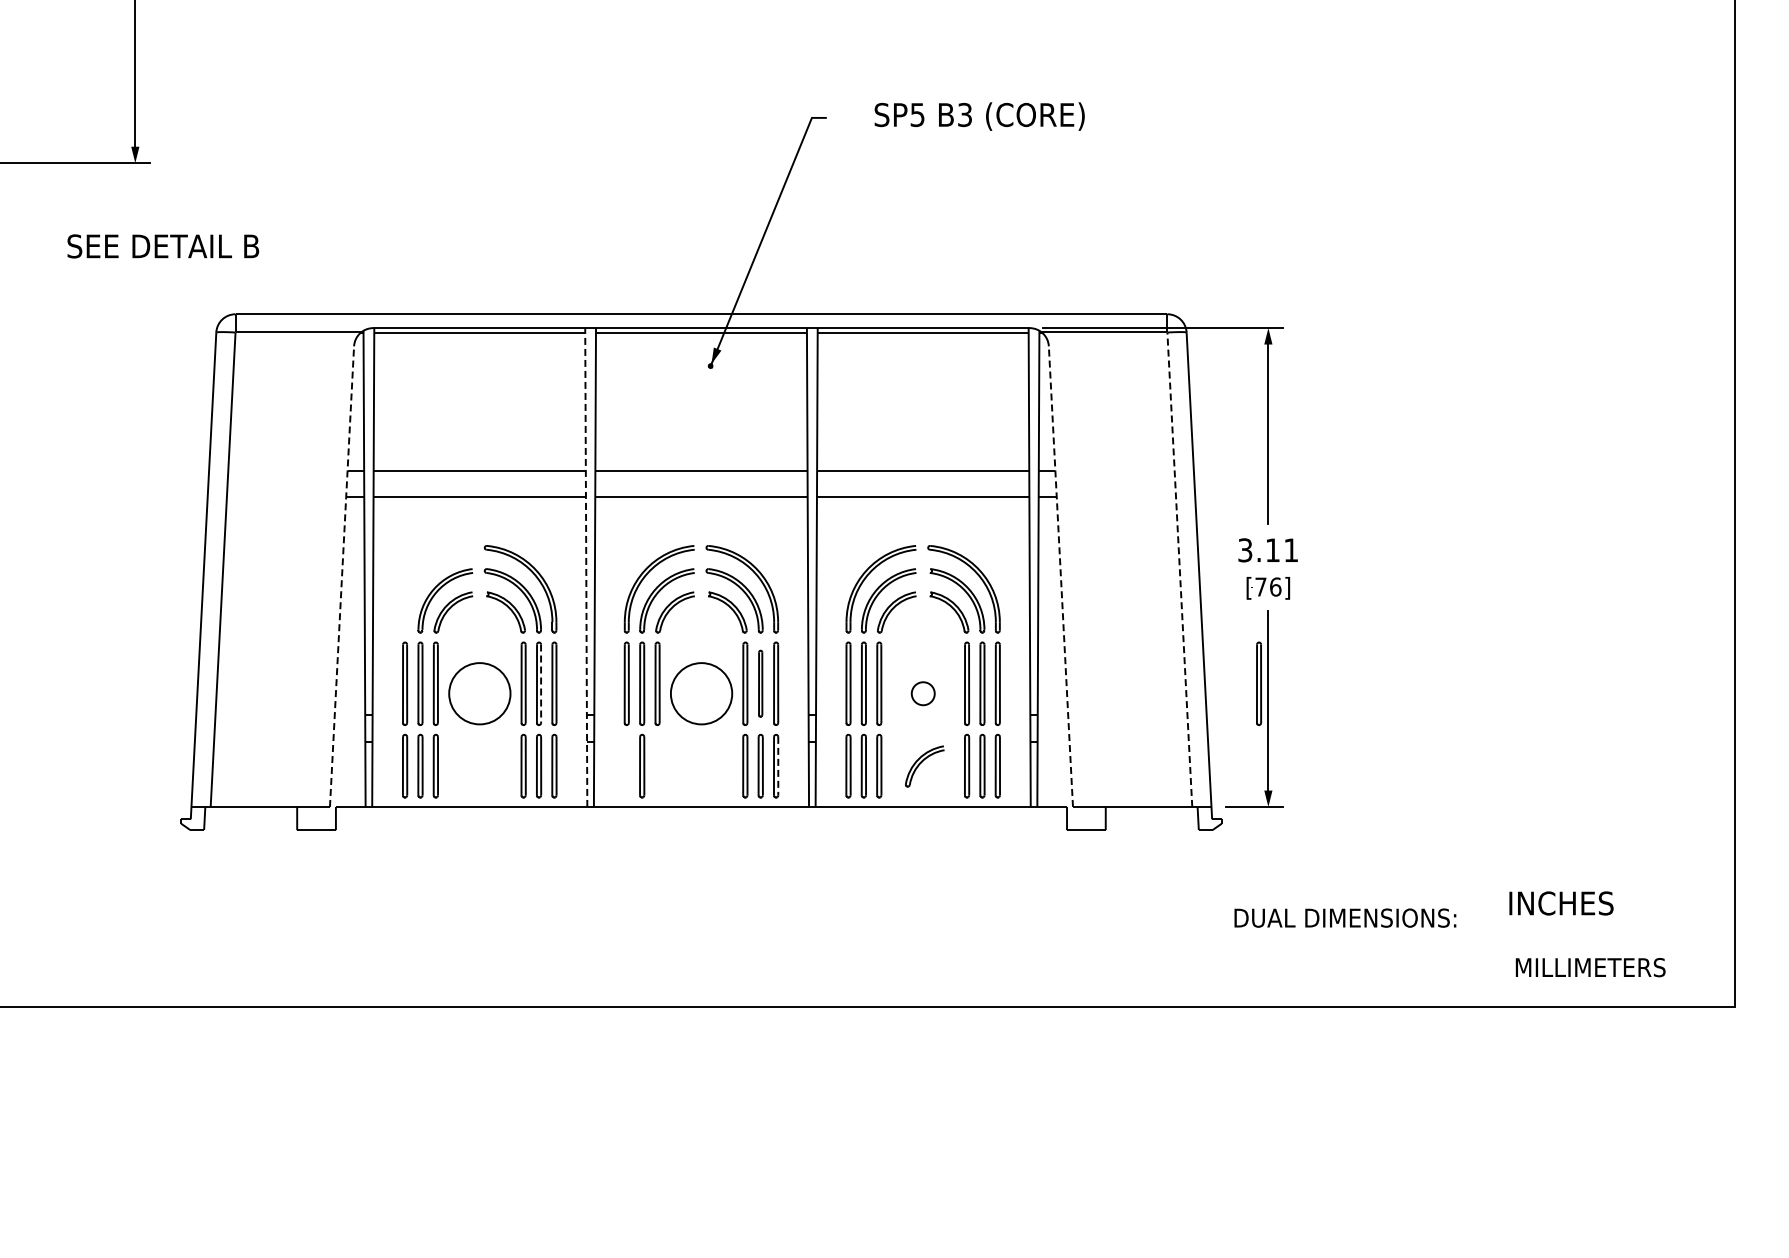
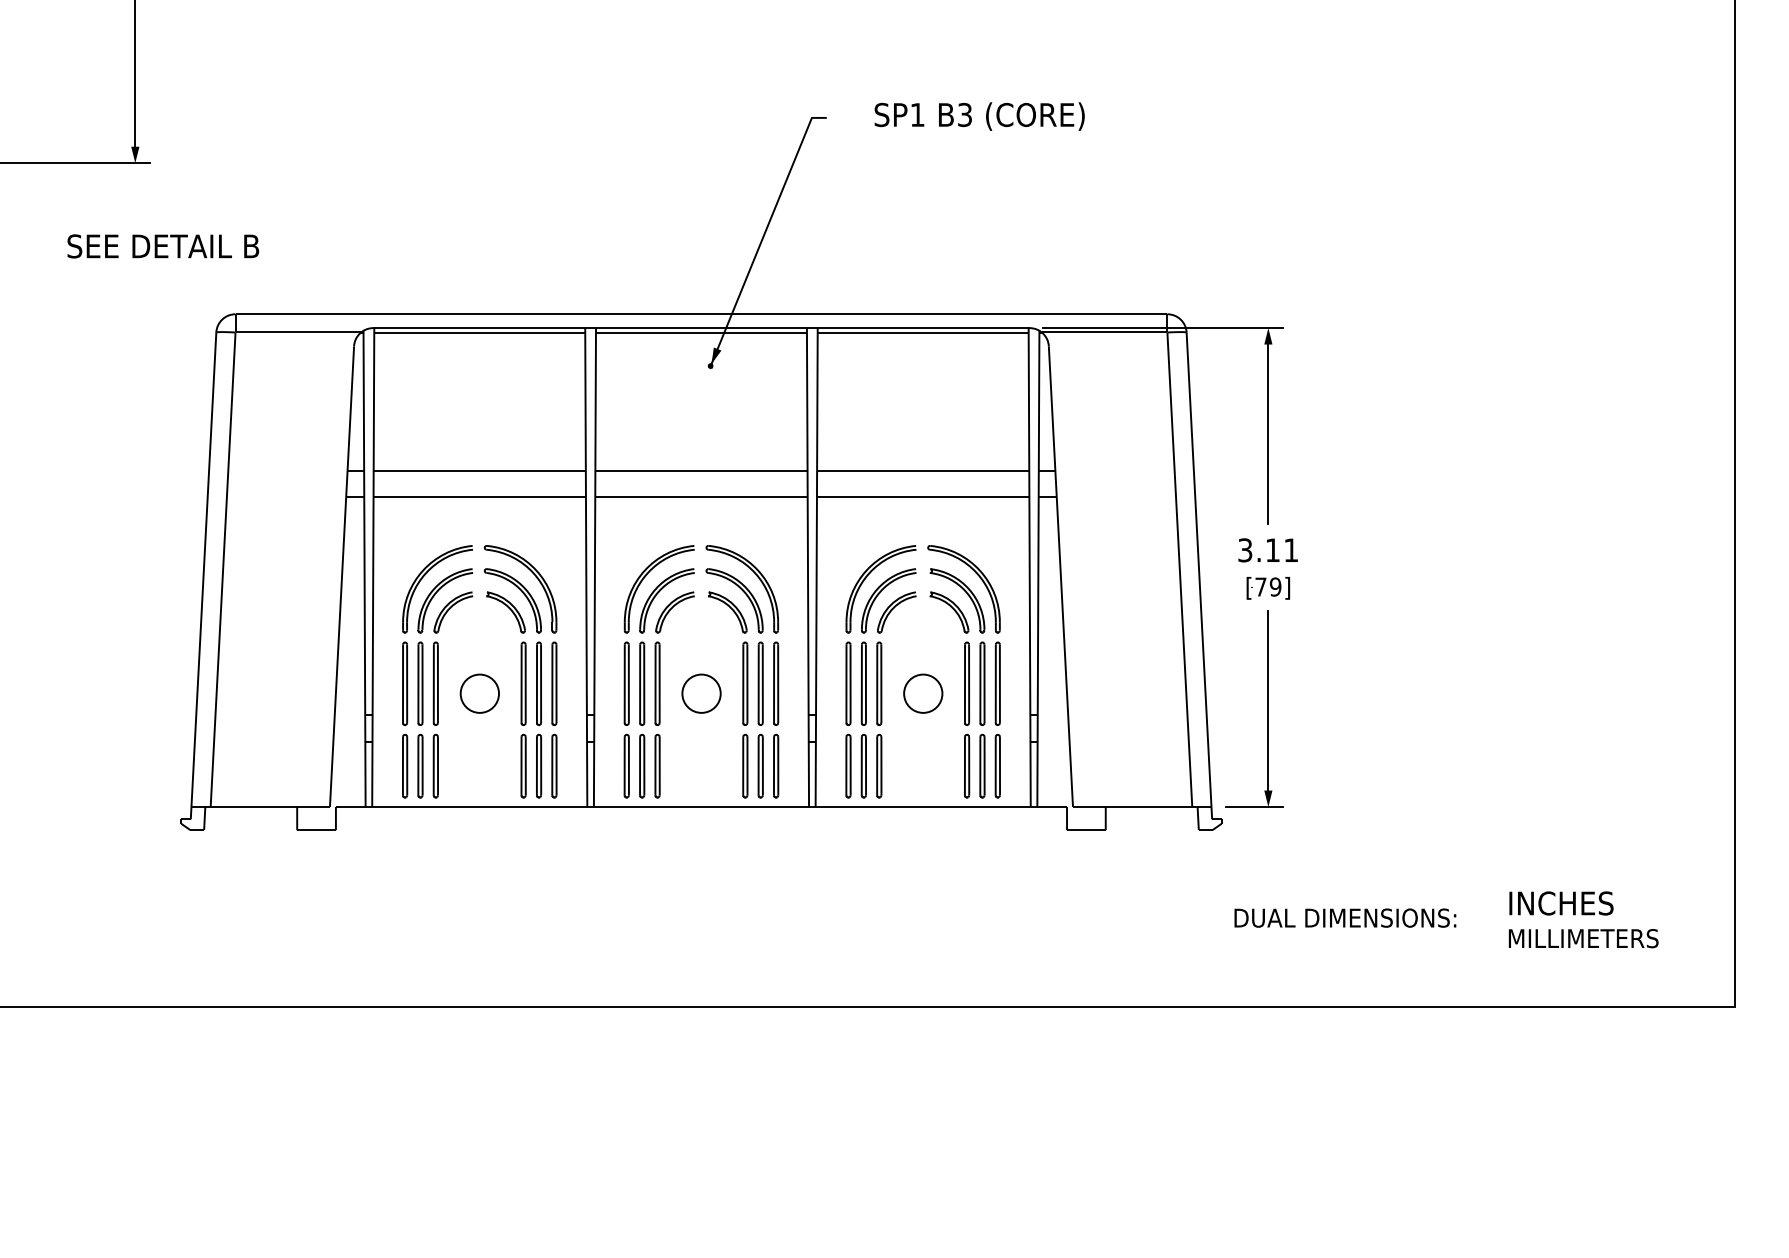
text at (917, 115): SP5 -> SP1
line at (586, 567): dashed -> solid
line at (1179, 569): dashed -> solid
line at (342, 576): dashed -> solid
line at (1060, 576): dashed -> solid
part at (422, 579): none -> present
text at (1275, 586): [76] -> [79]
part at (760, 683) size: 6x69 px -> 7x85 px
part at (1258, 683): present -> none
line at (541, 684): dashed -> solid
circle at (479, 693) diameter: 61 px -> 38 px
circle at (701, 693) diameter: 61 px -> 38 px
circle at (922, 693) diameter: 23 px -> 38 px
part at (626, 765): none -> present
part at (657, 765): none -> present
line at (778, 766): dashed -> solid
part at (924, 766): present -> none
text at (1590, 967) position: (1590, 967) -> (1583, 938)
